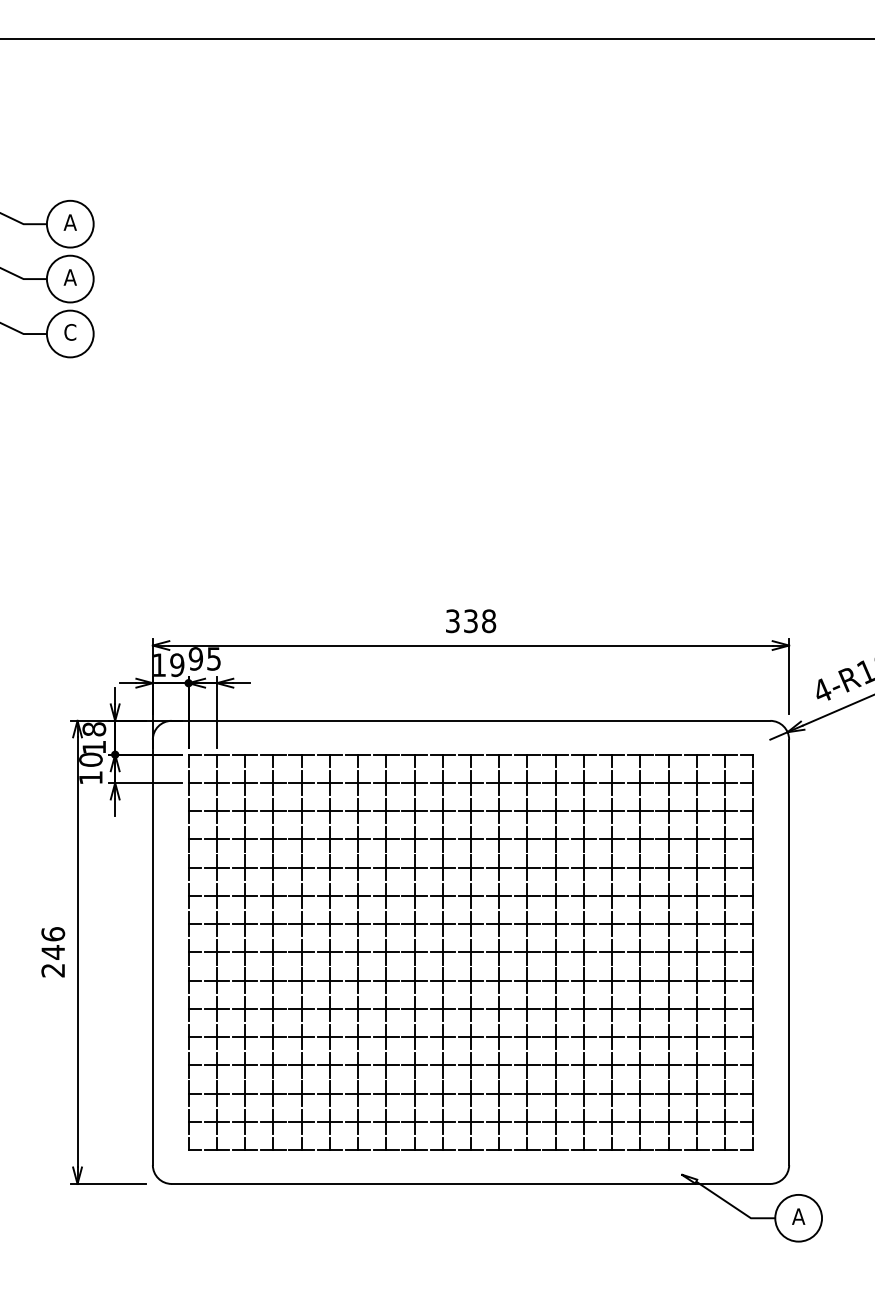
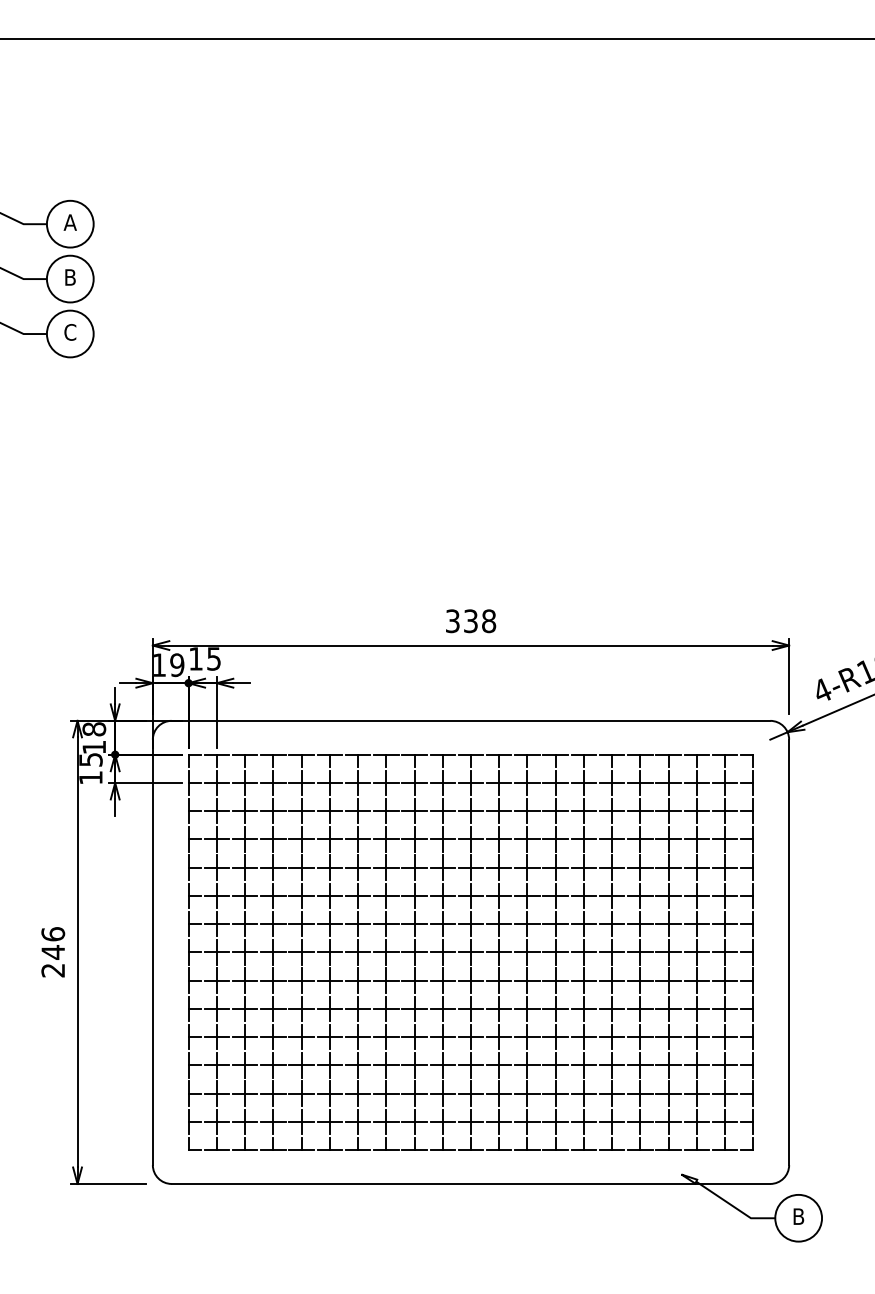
text at (69, 277): A -> B
text at (195, 658): 95 -> 15
text at (90, 759): 10 -> 15
text at (798, 1216): A -> B
